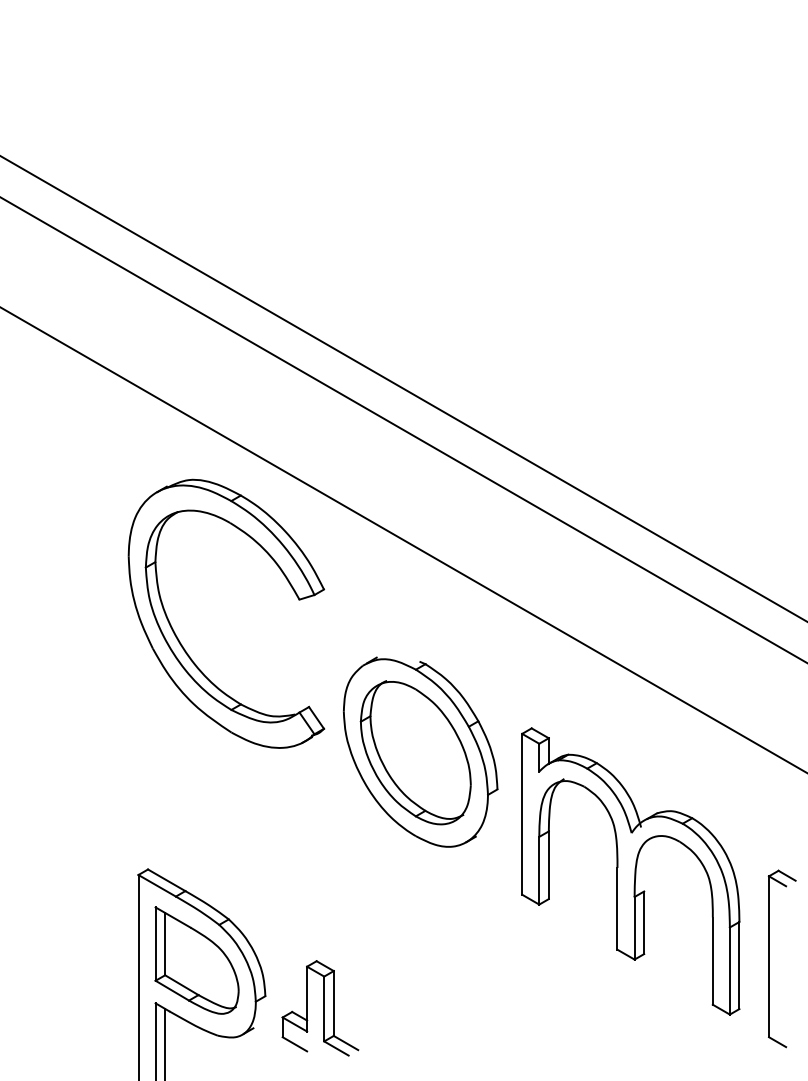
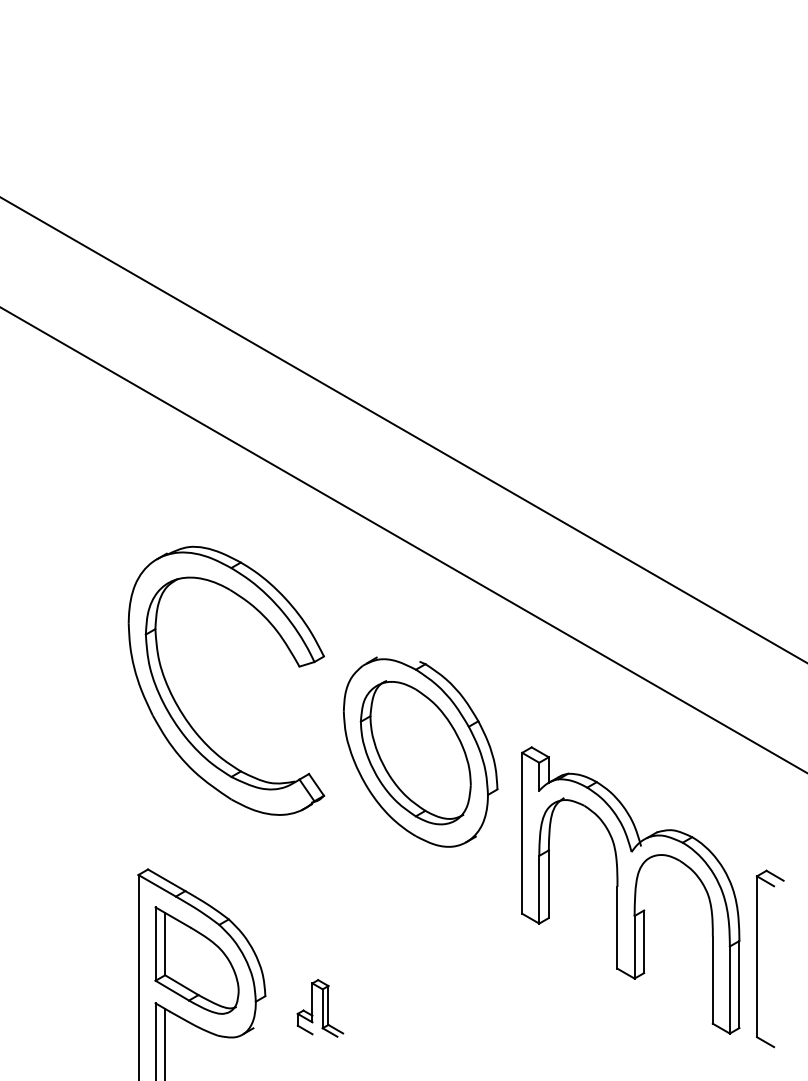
line at (403, 388): present -> none
part at (180, 641) position: (180, 641) -> (180, 708)
part at (630, 871) position: (630, 871) -> (630, 890)
part at (769, 958) position: (769, 958) -> (757, 958)
part at (320, 1008) size: 79x97 px -> 49x59 px
